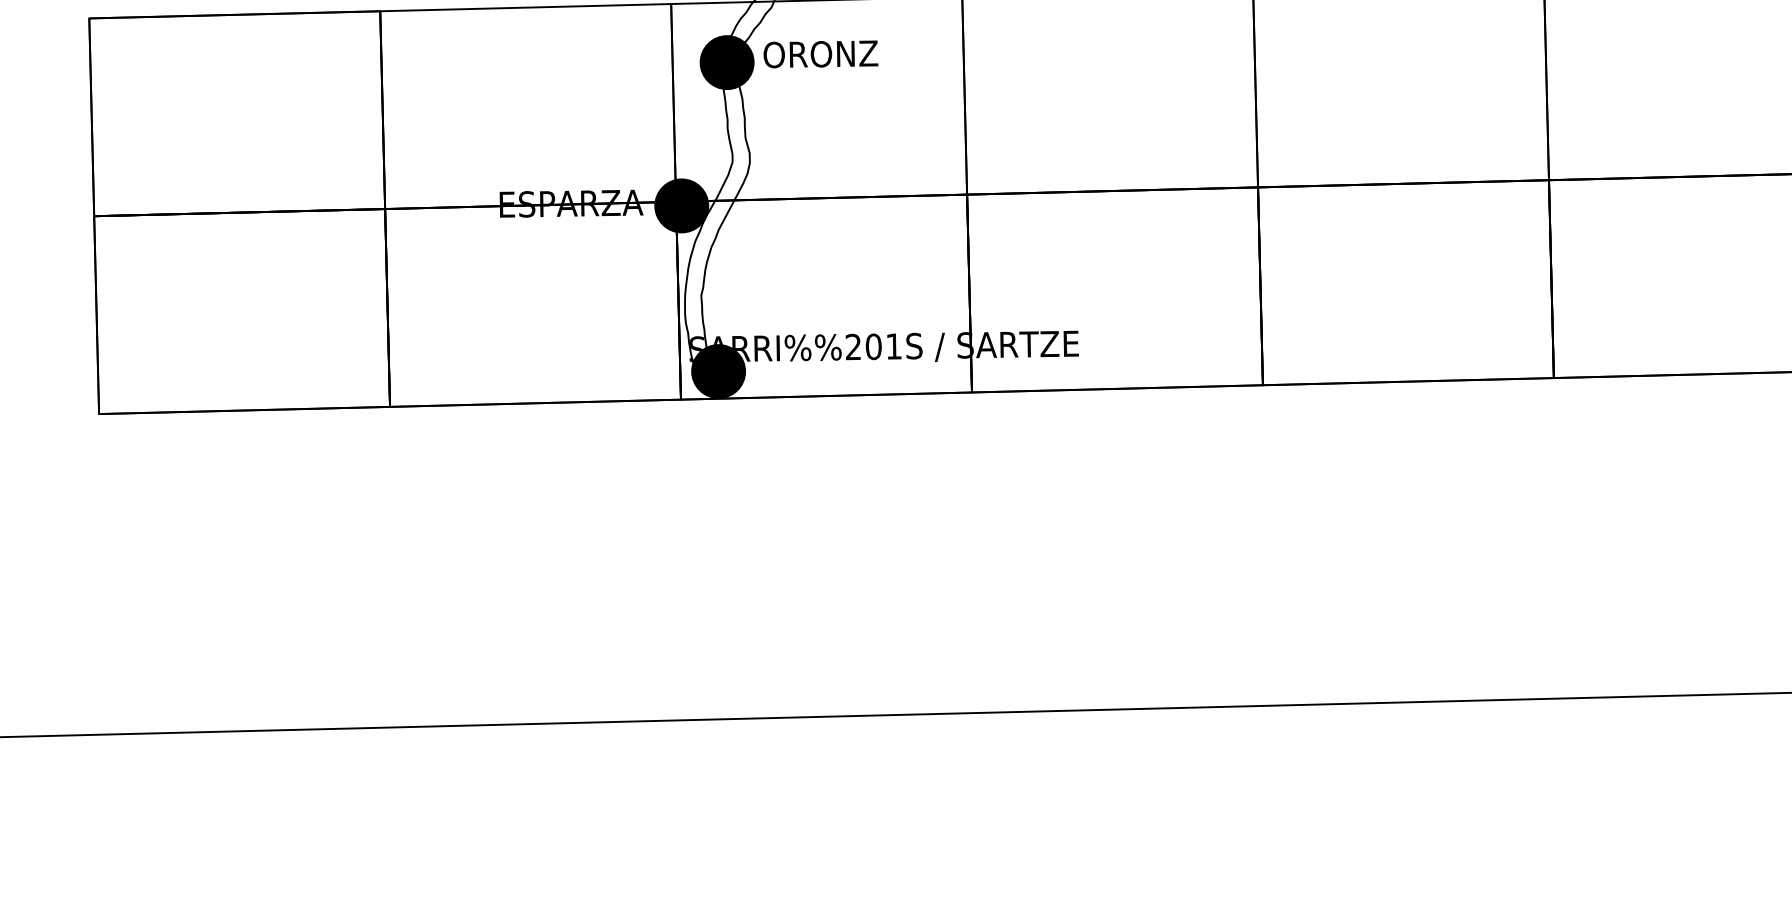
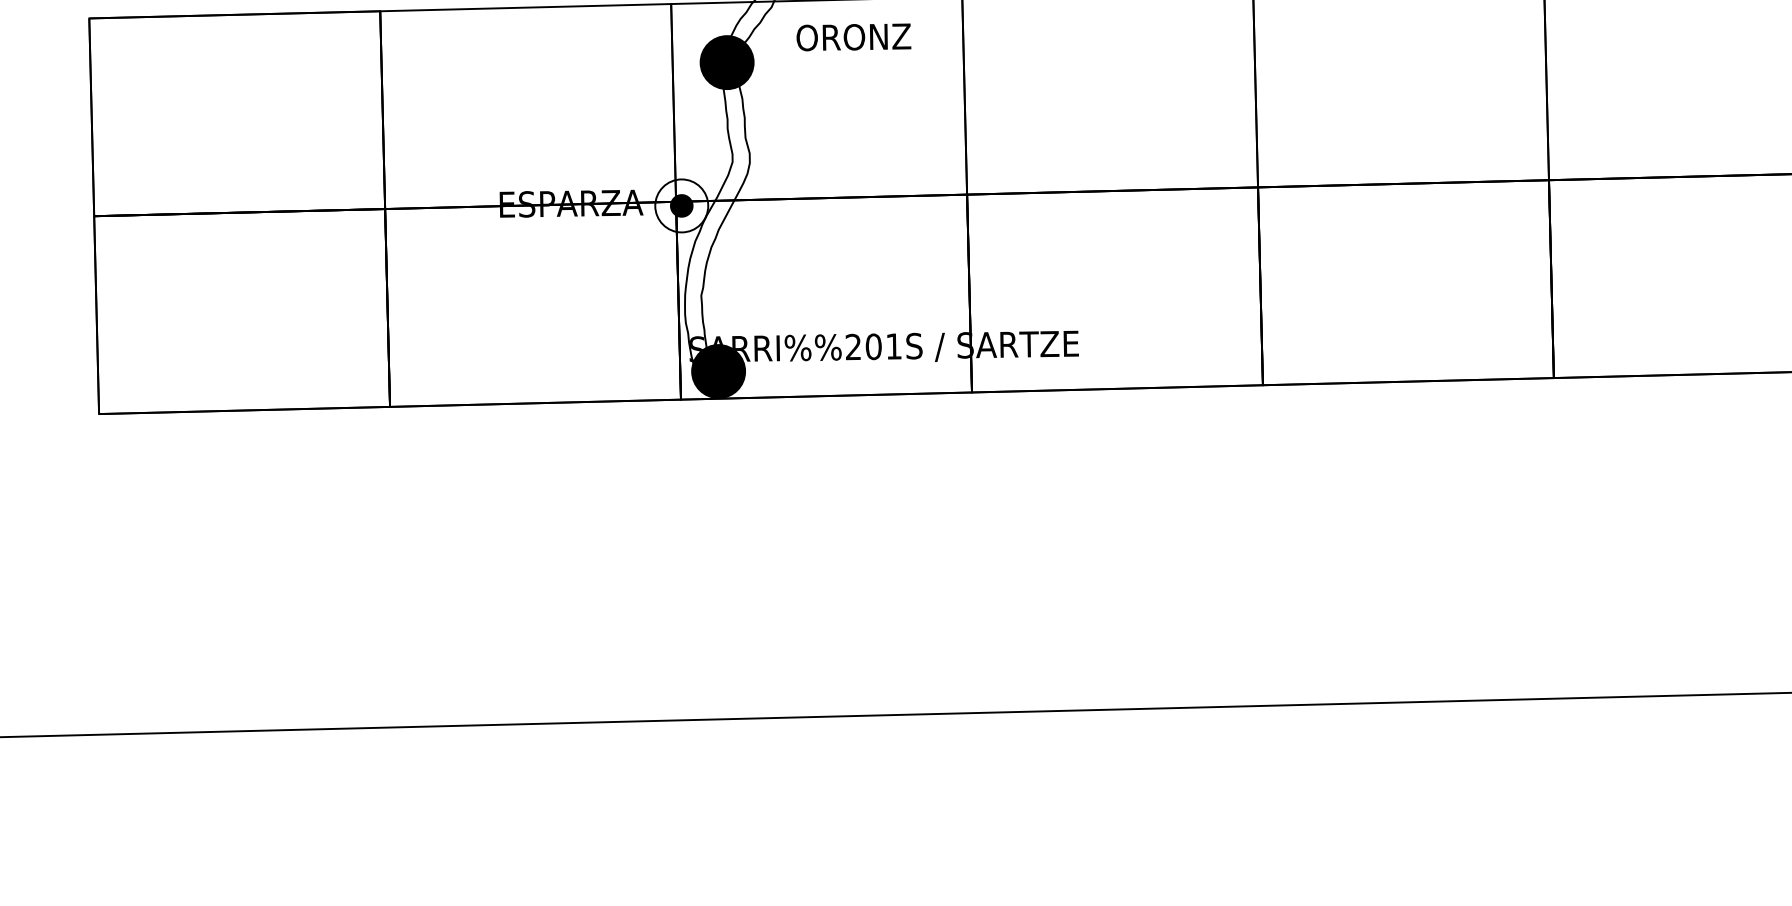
text at (820, 54) position: (820, 54) -> (853, 37)
fill at (681, 205): present -> none
fill at (681, 205): present -> none
